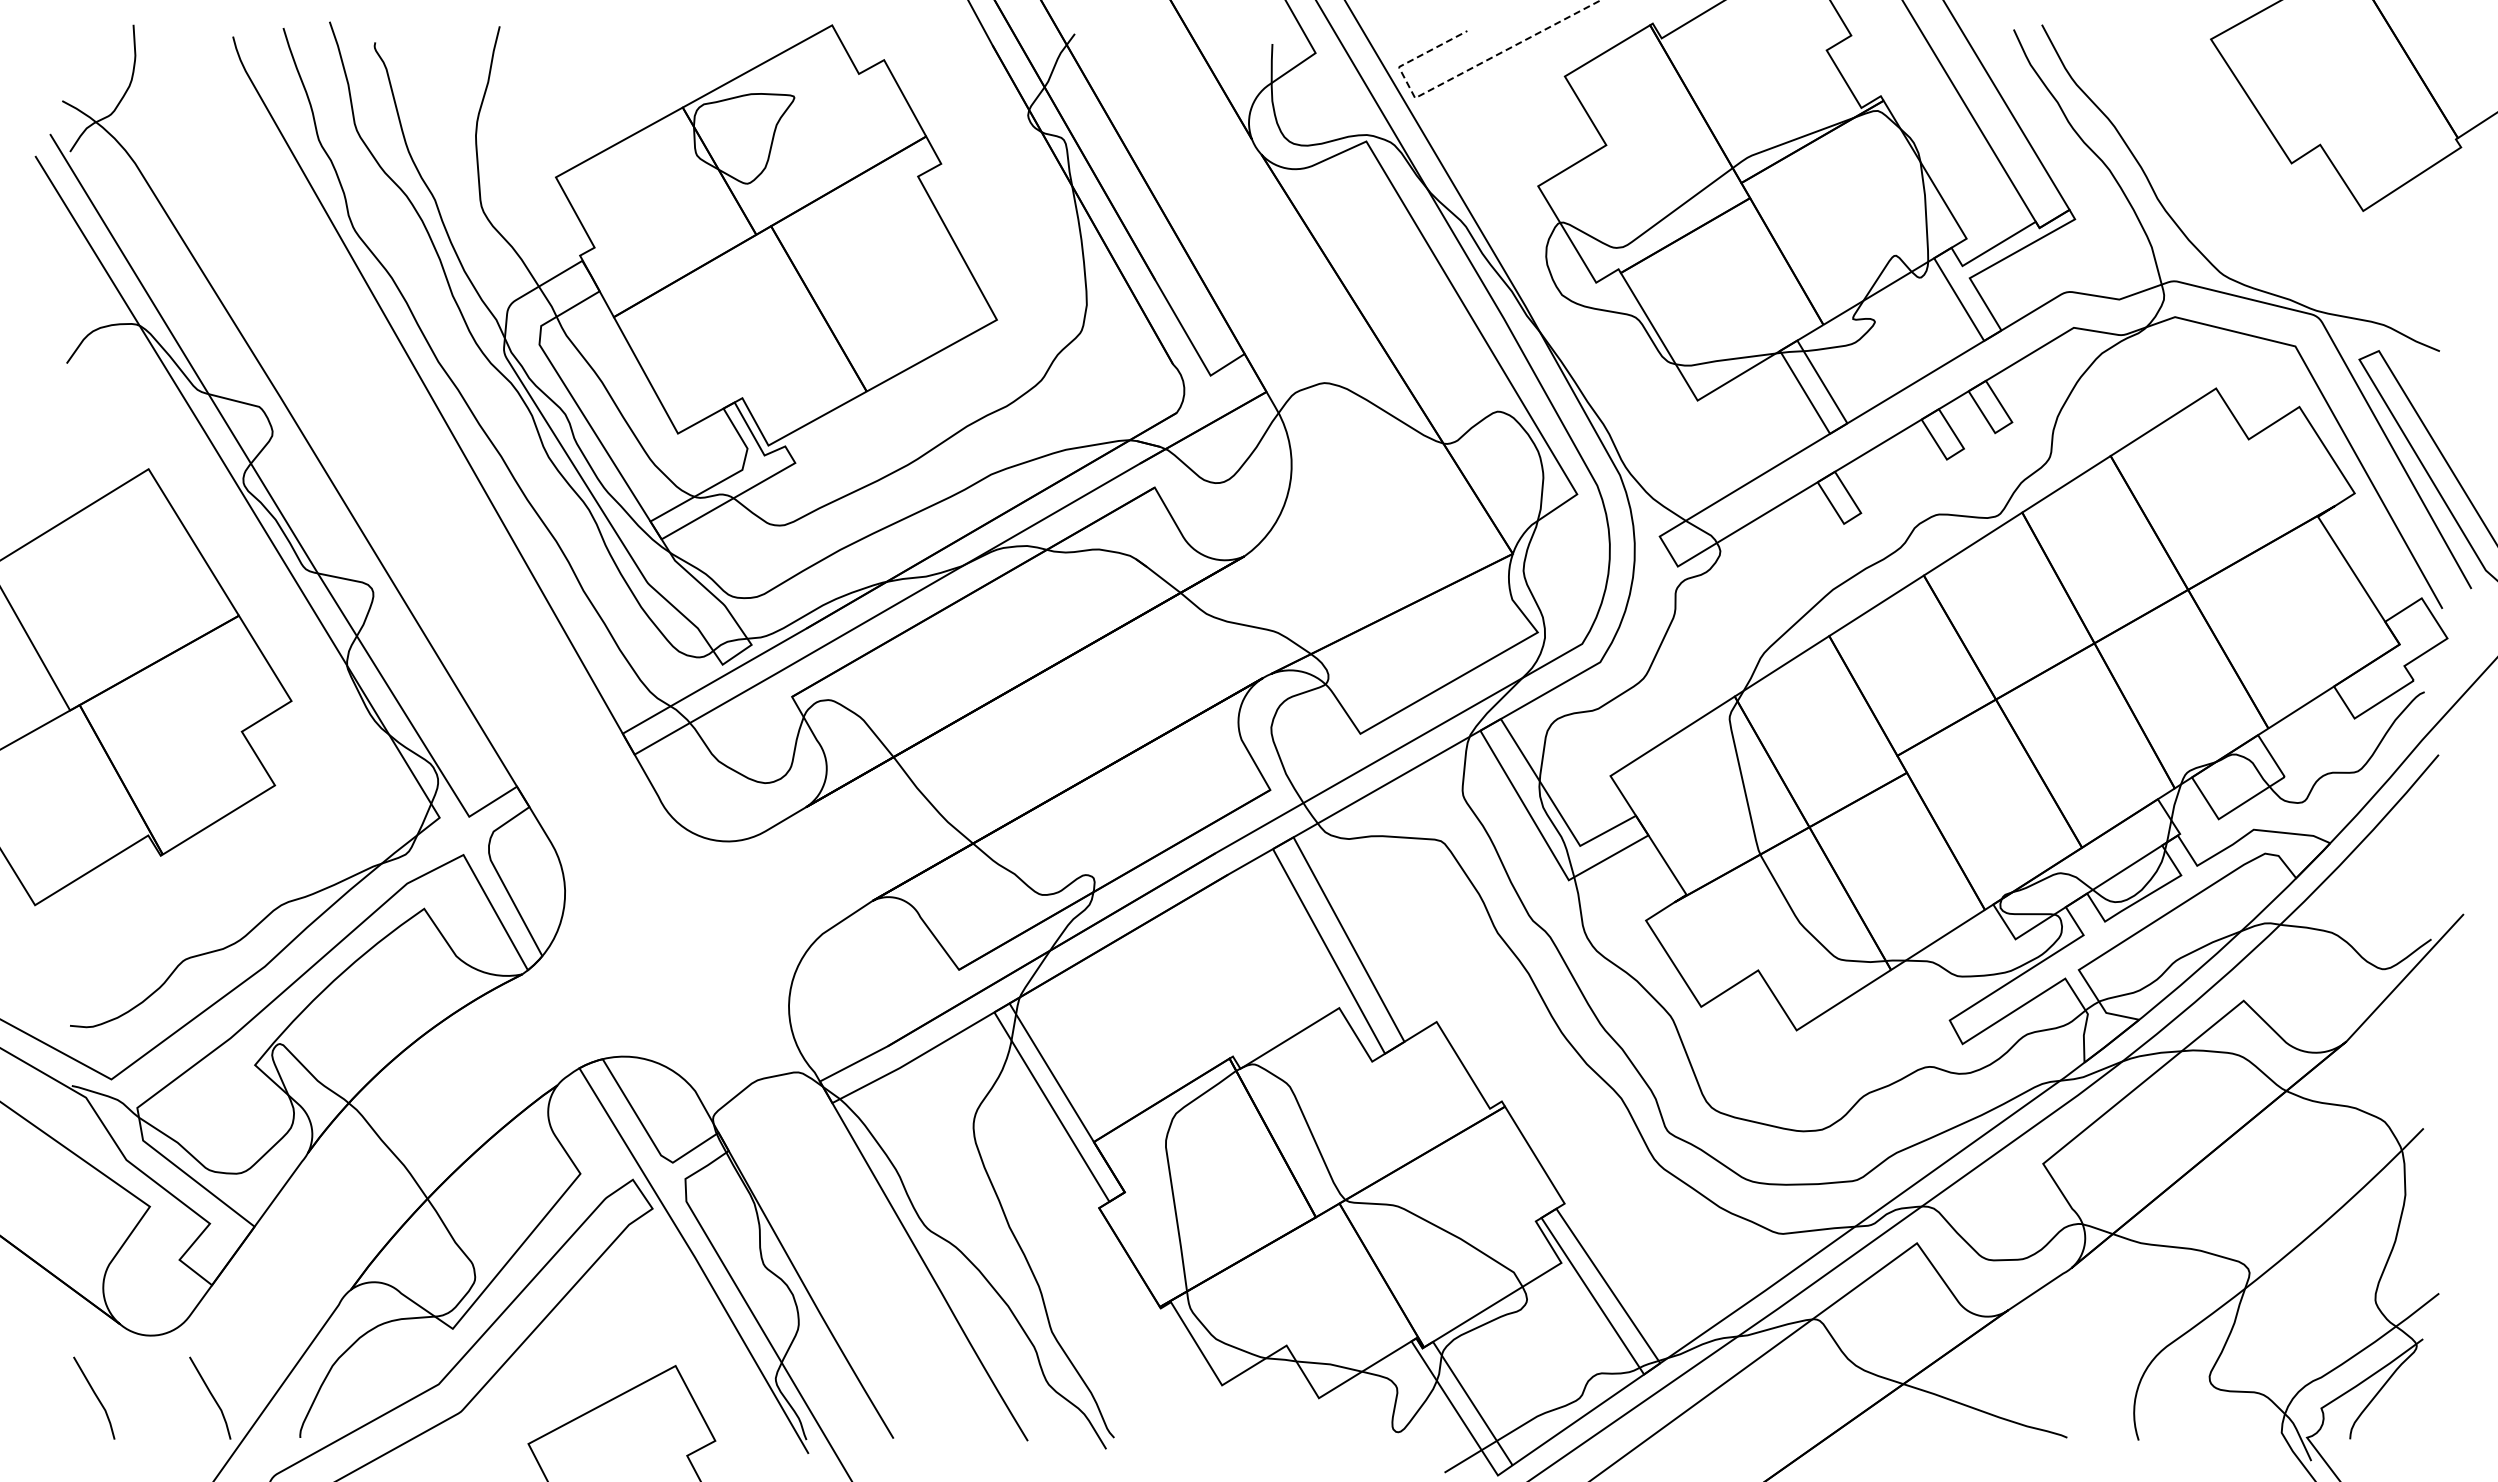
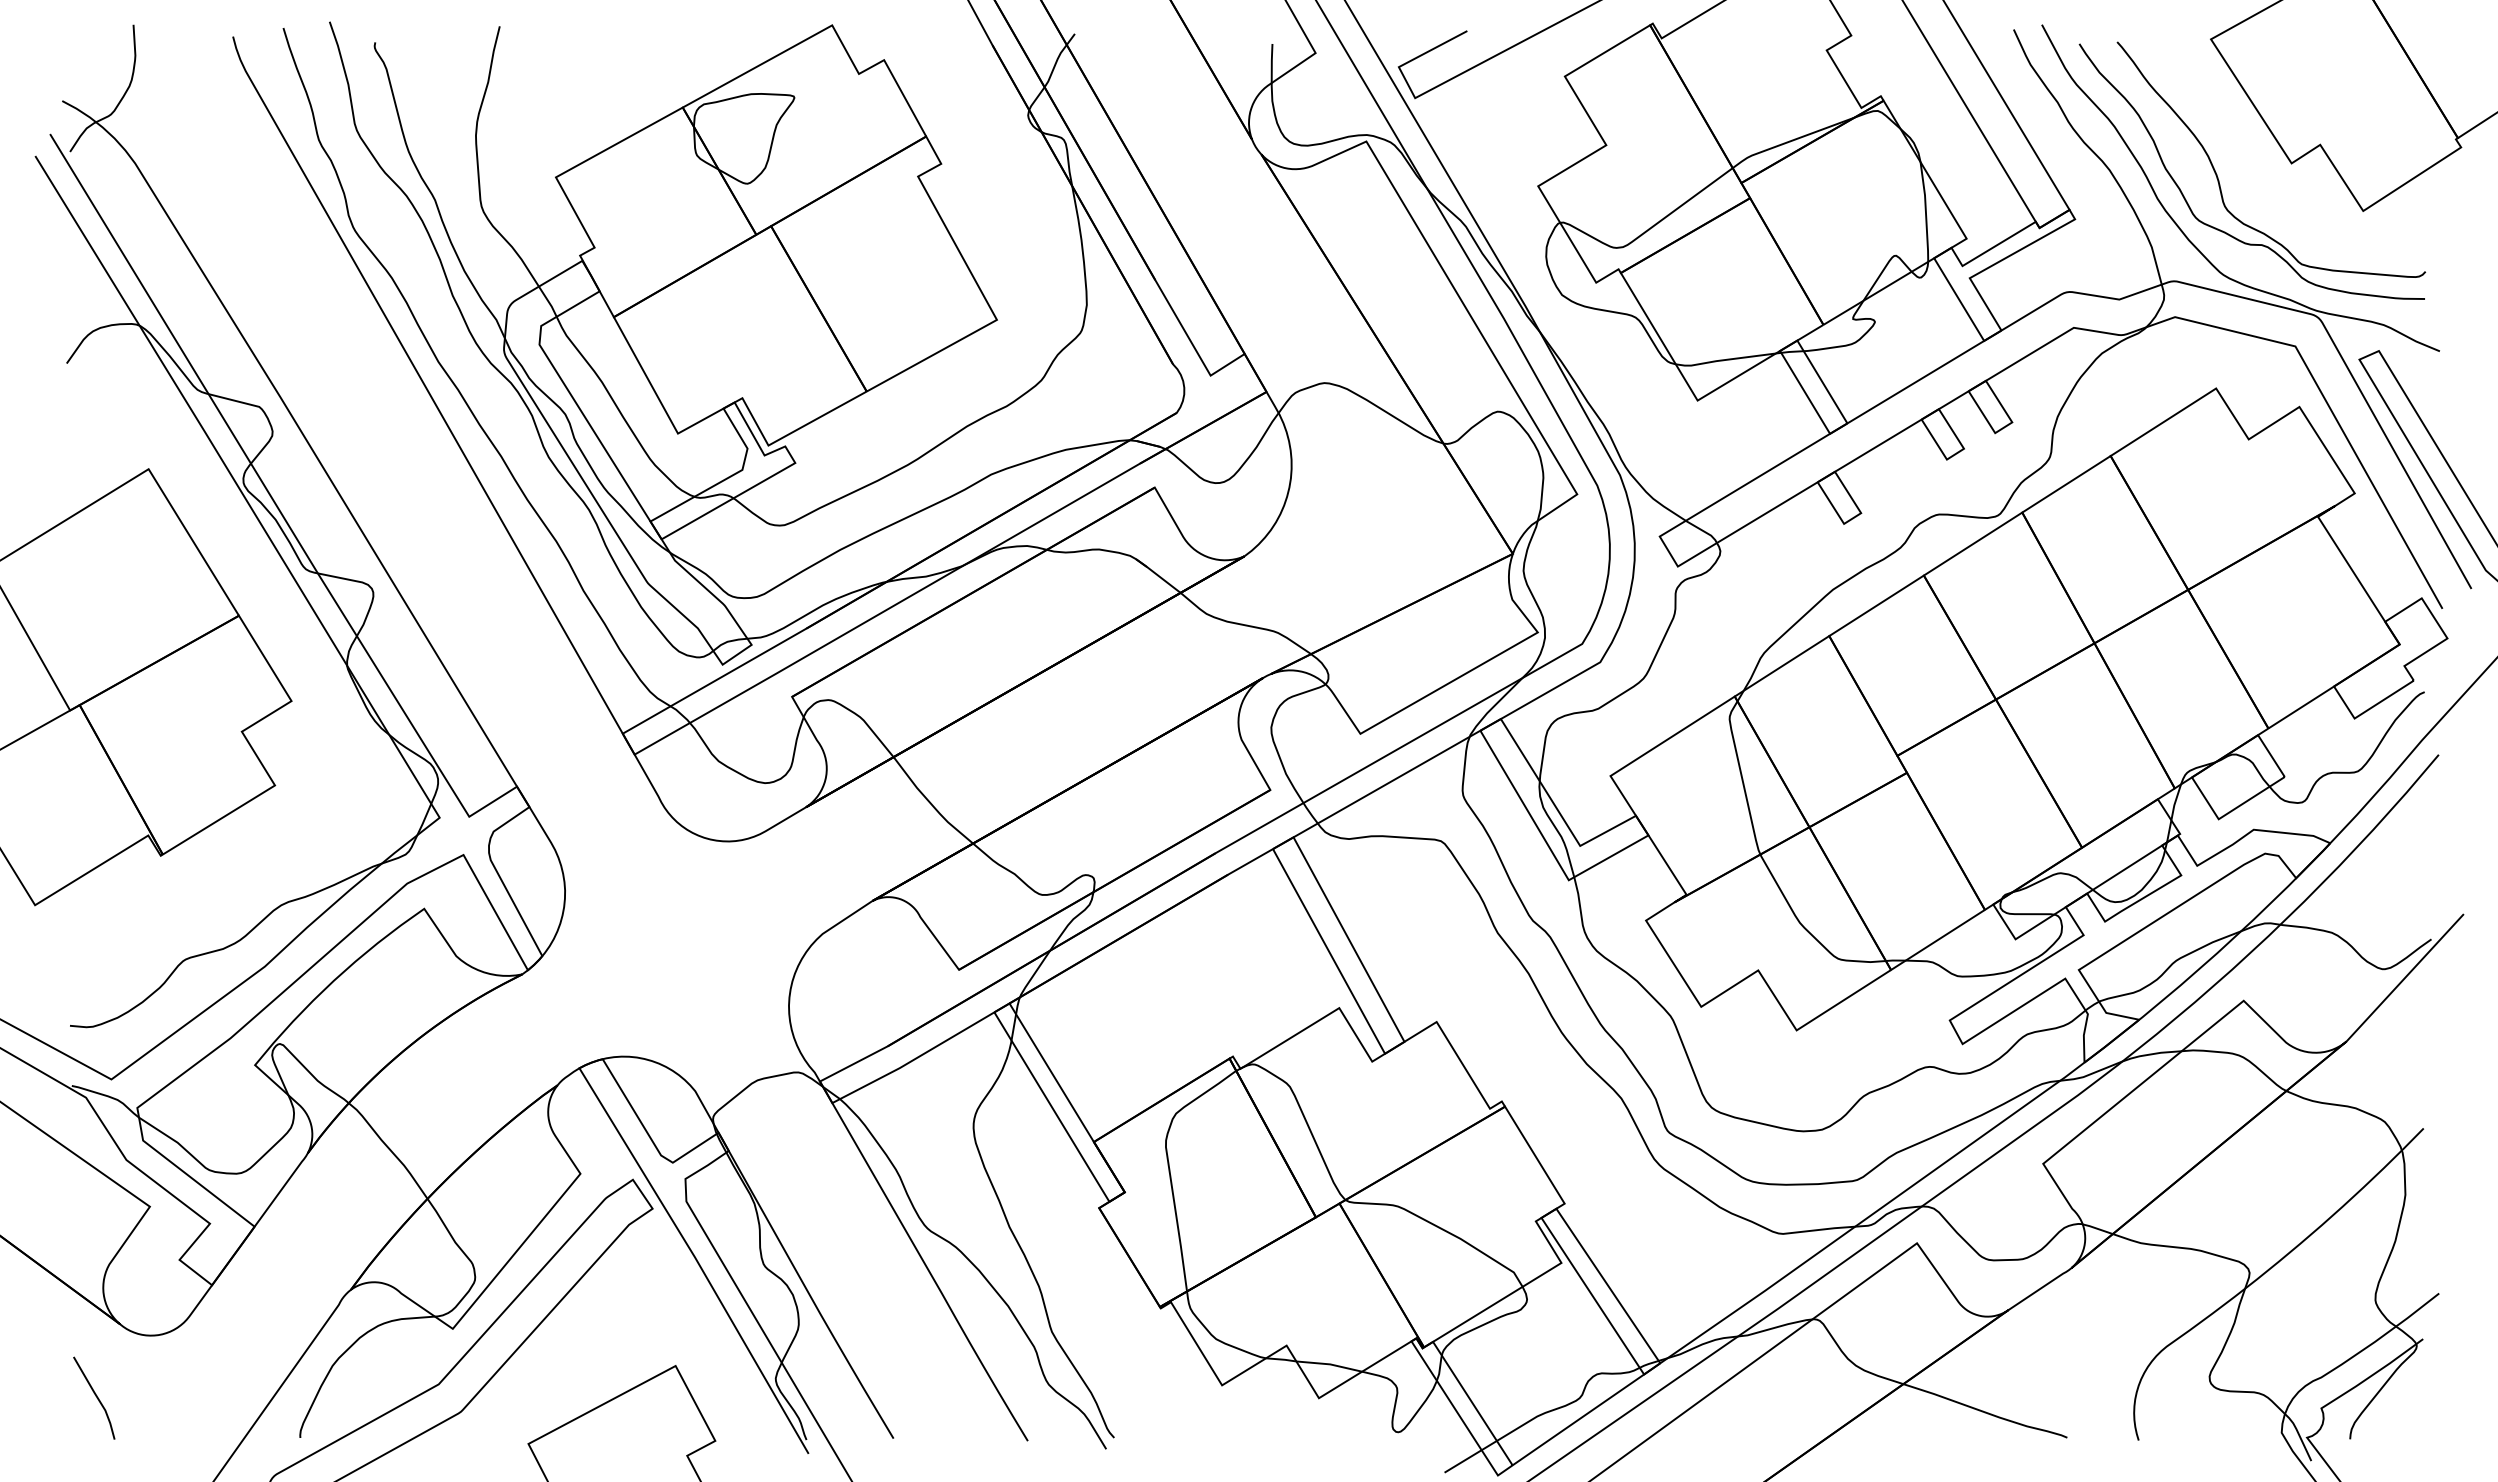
line at (1456, 76): dashed -> solid
part at (2219, 180): none -> present
line at (211, 1396): present -> none
